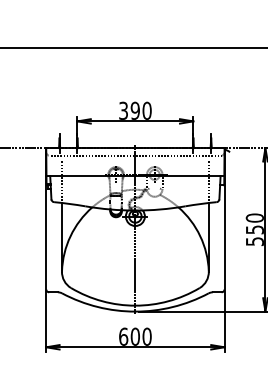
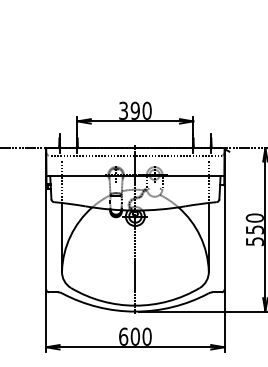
line at (133, 48): present -> none
